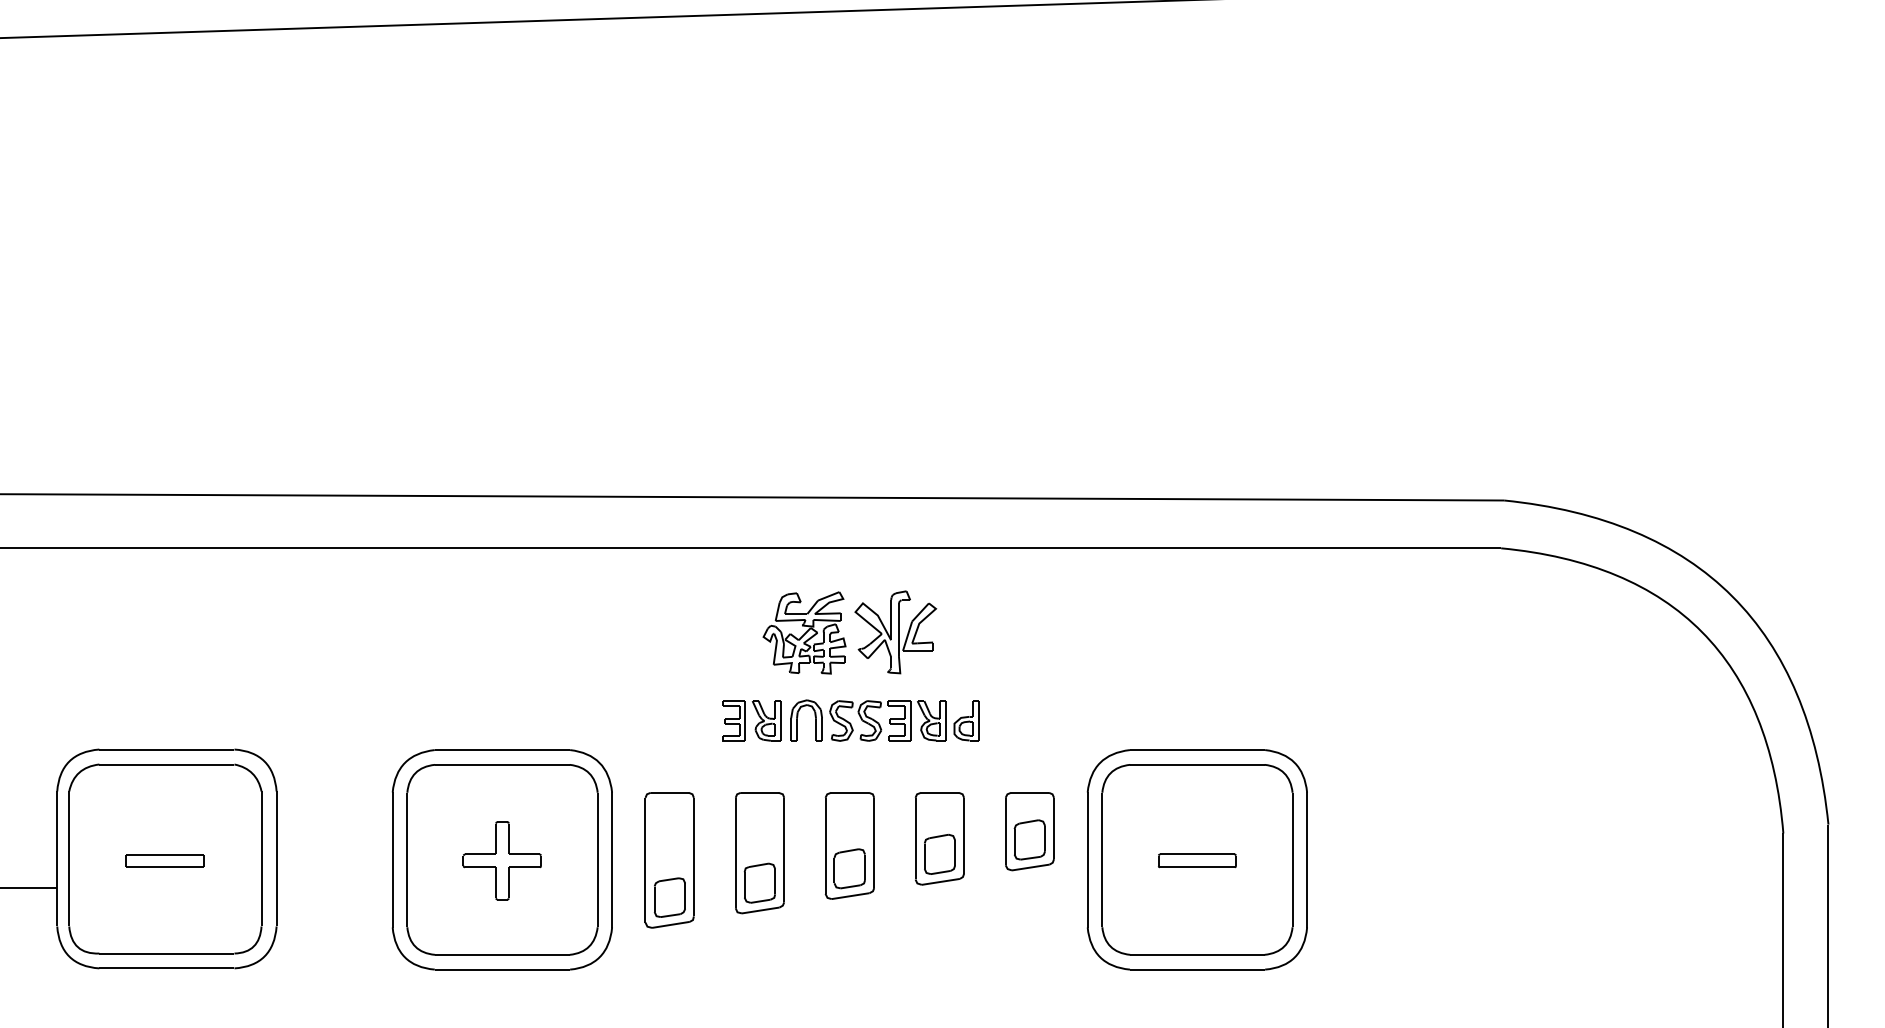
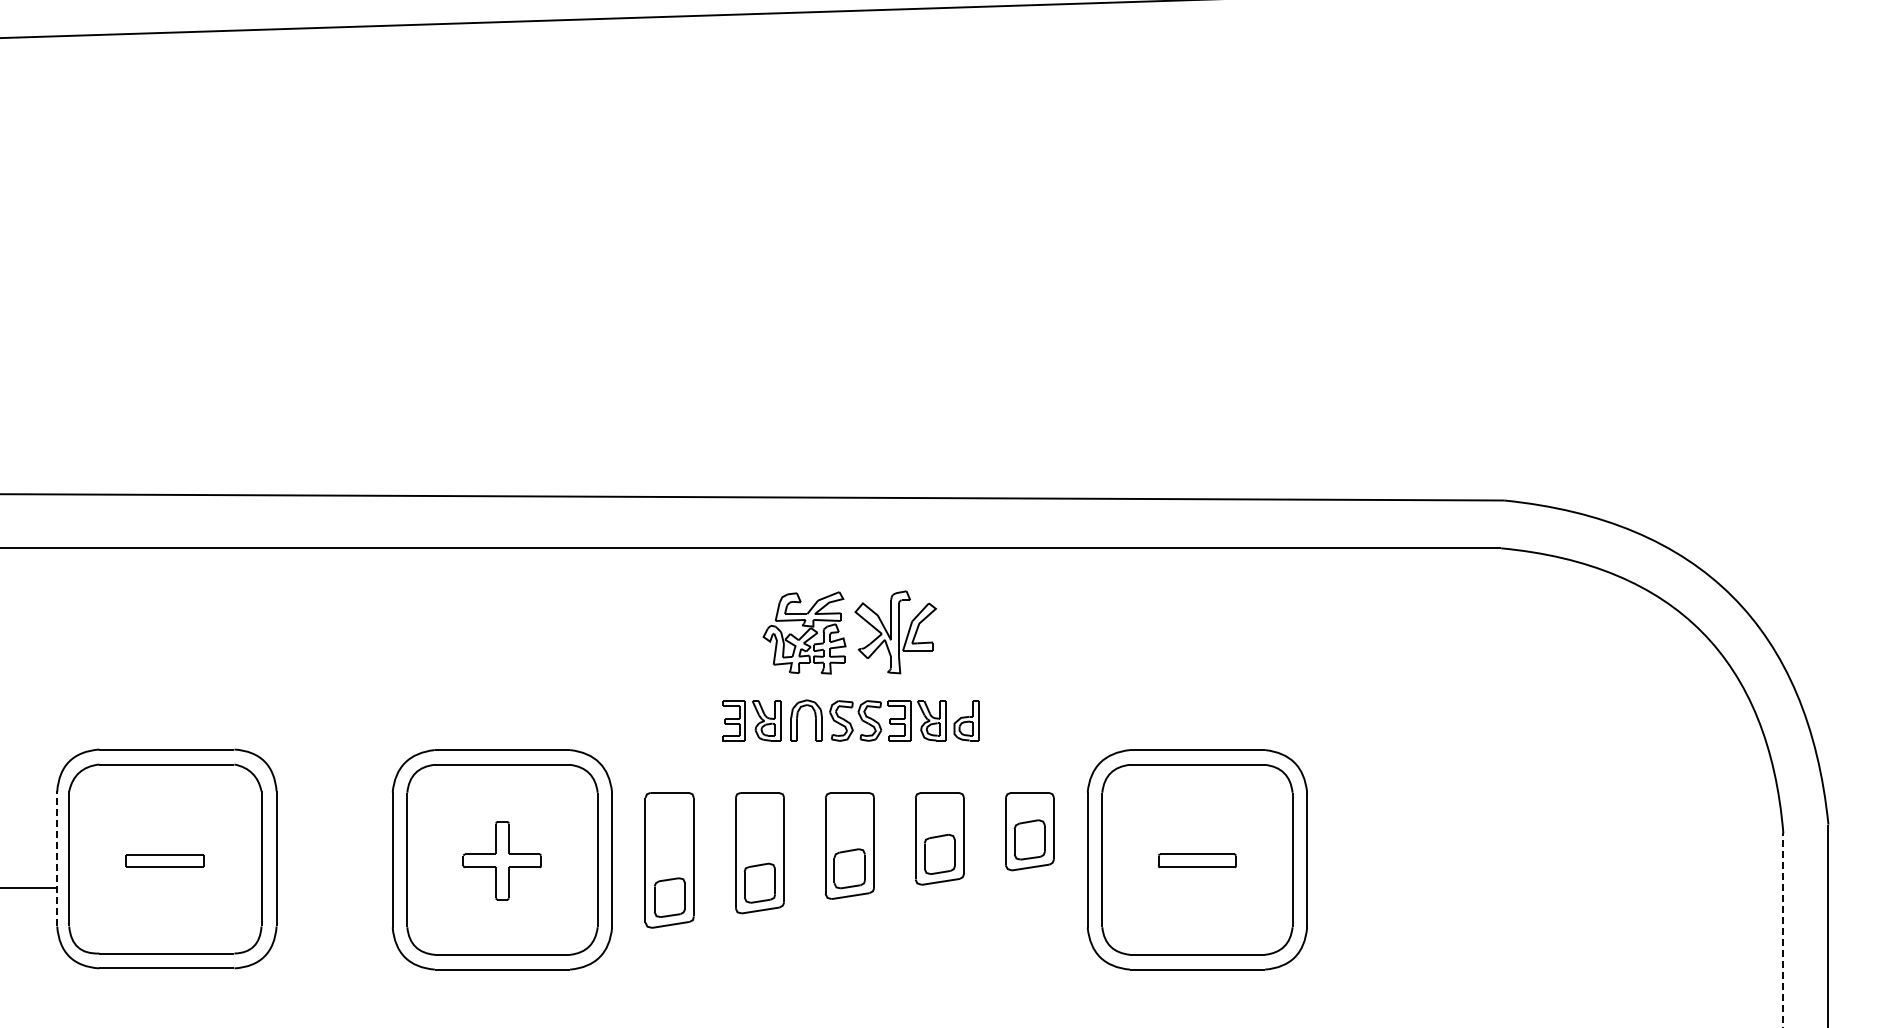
line at (57, 858): solid -> dashed
line at (1783, 930): solid -> dashed
